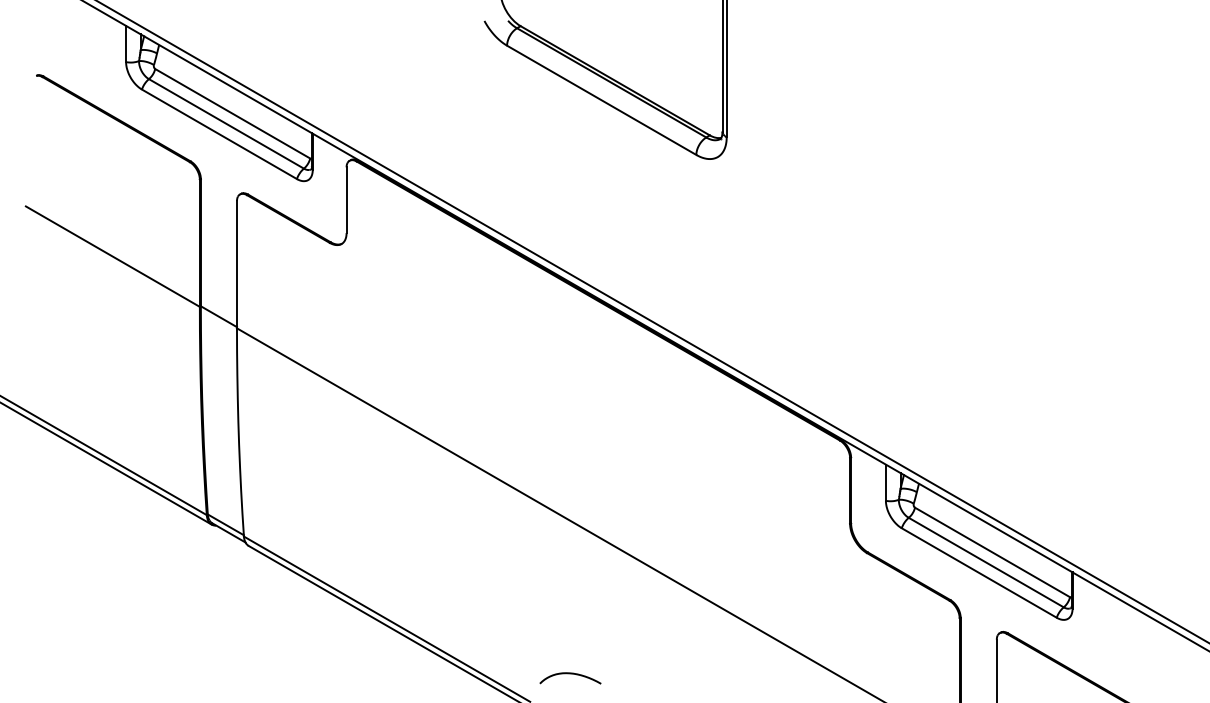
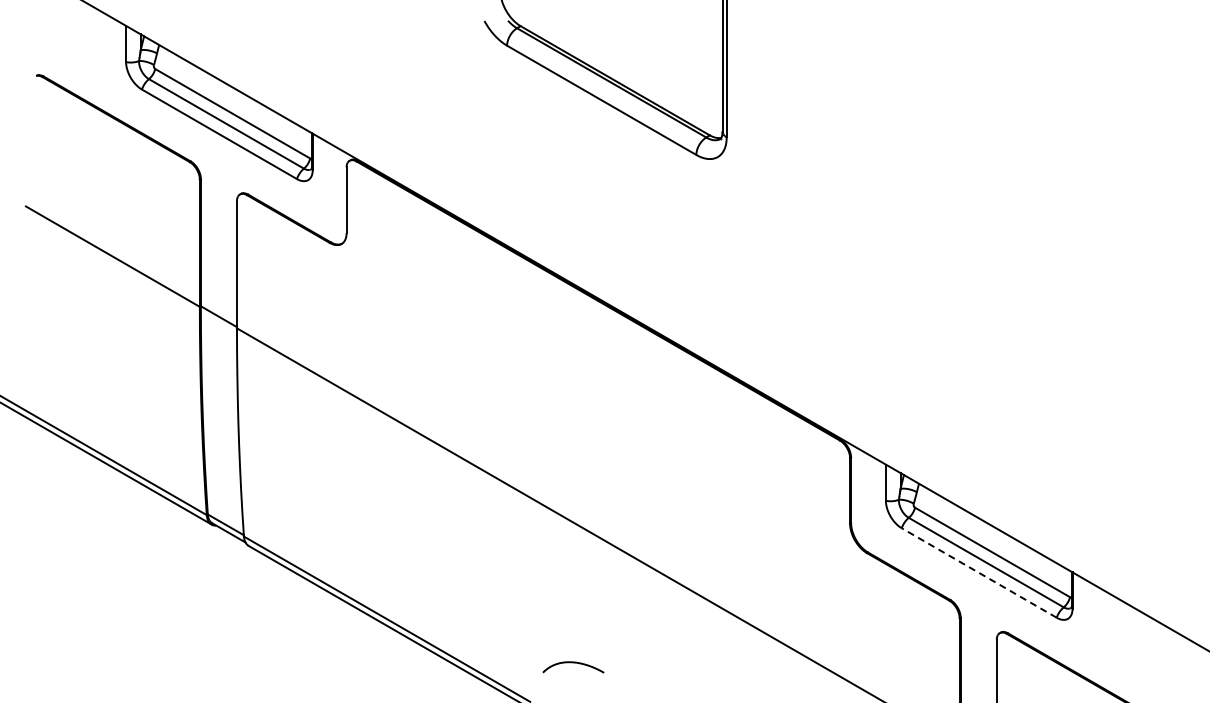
line at (652, 321): present -> none
line at (978, 572): solid -> dashed
curve at (570, 674) position: (570, 674) -> (573, 663)
